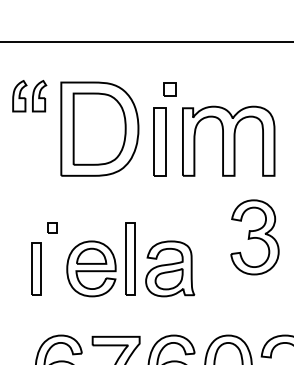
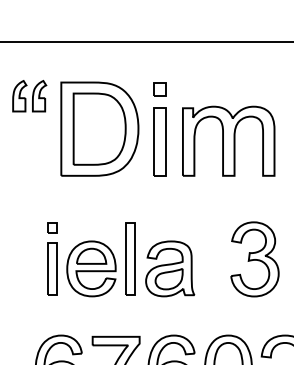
part at (169, 89) position: (169, 89) -> (159, 89)
part at (254, 237) position: (254, 237) -> (254, 259)
part at (36, 268) position: (36, 268) -> (52, 268)
